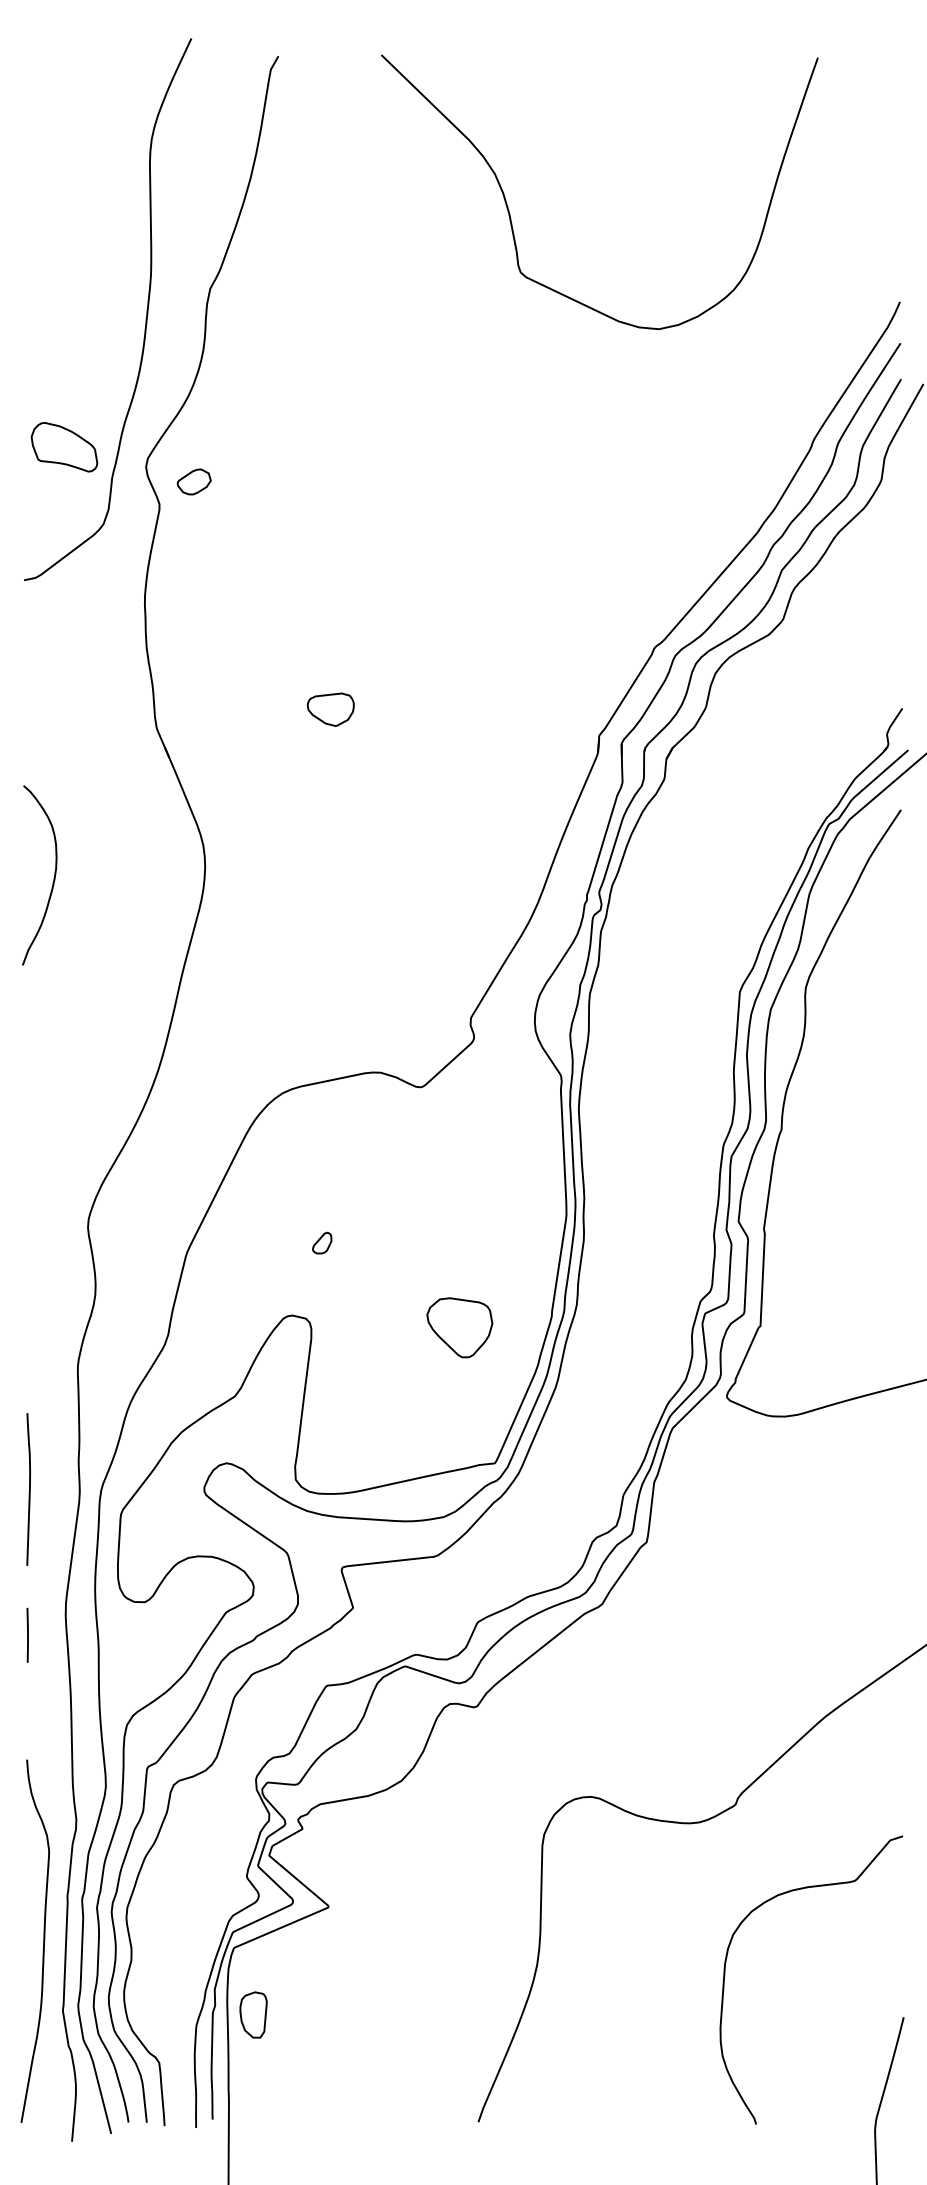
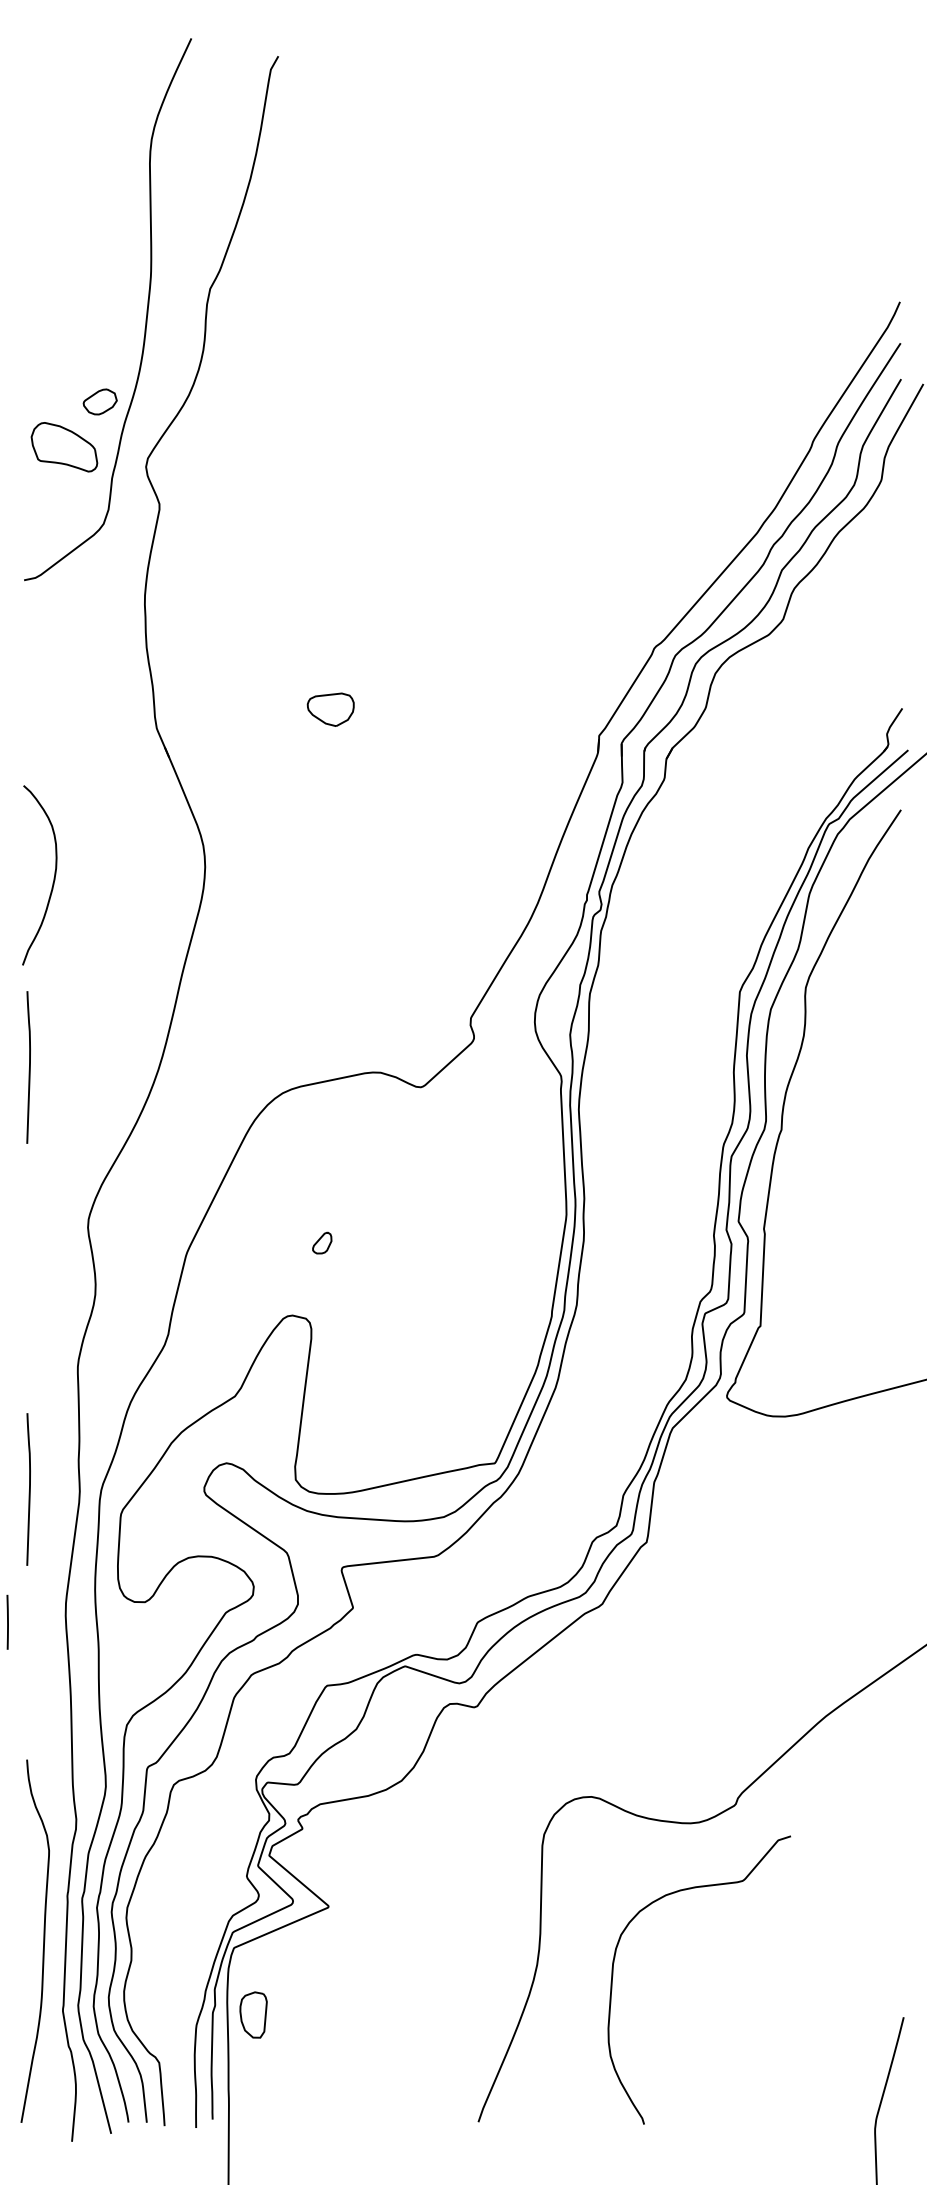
curve at (510, 213): present -> none
part at (193, 481) position: (193, 481) -> (99, 401)
curve at (29, 1067): none -> present
part at (459, 1327): present -> none
line at (27, 1634) position: (27, 1634) -> (7, 1621)
curve at (725, 1976) position: (725, 1976) -> (613, 1976)
